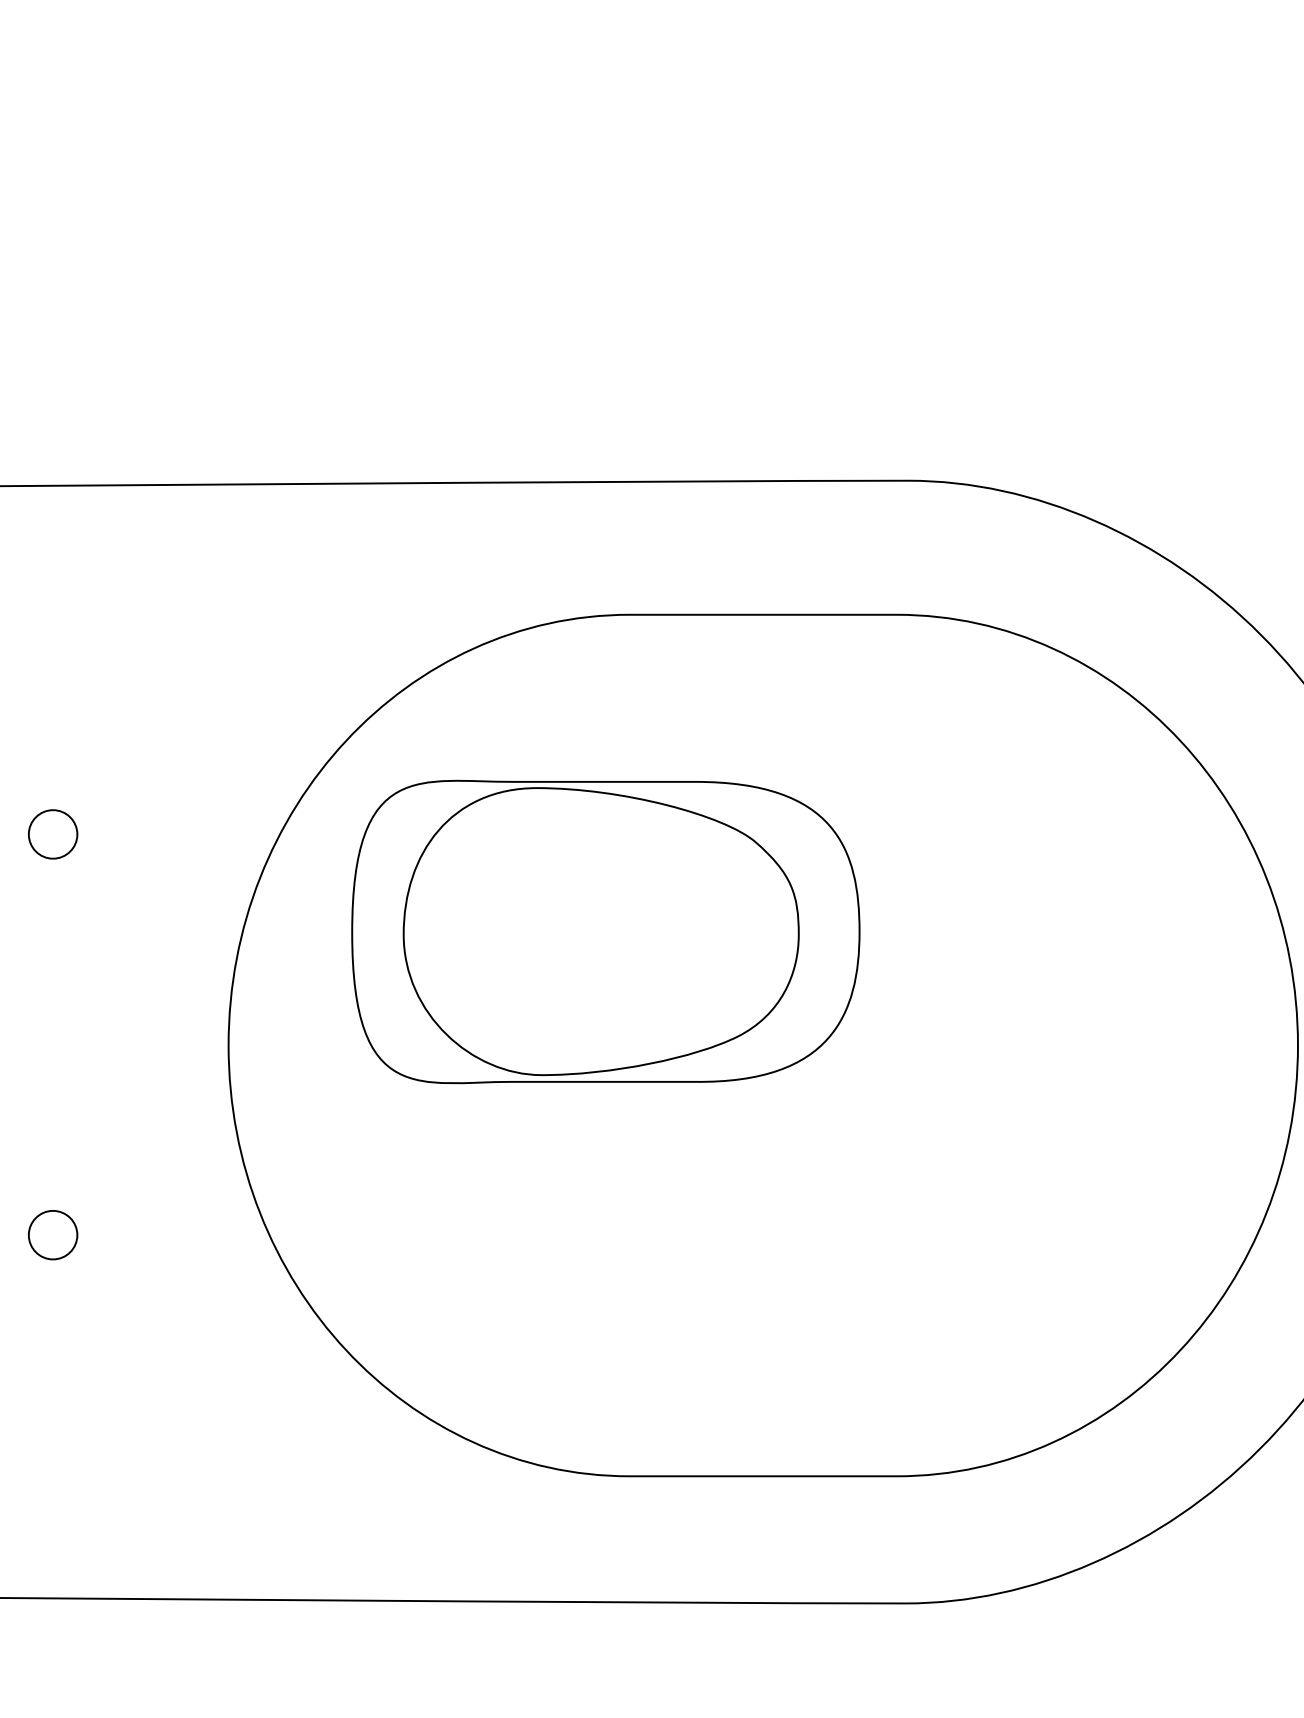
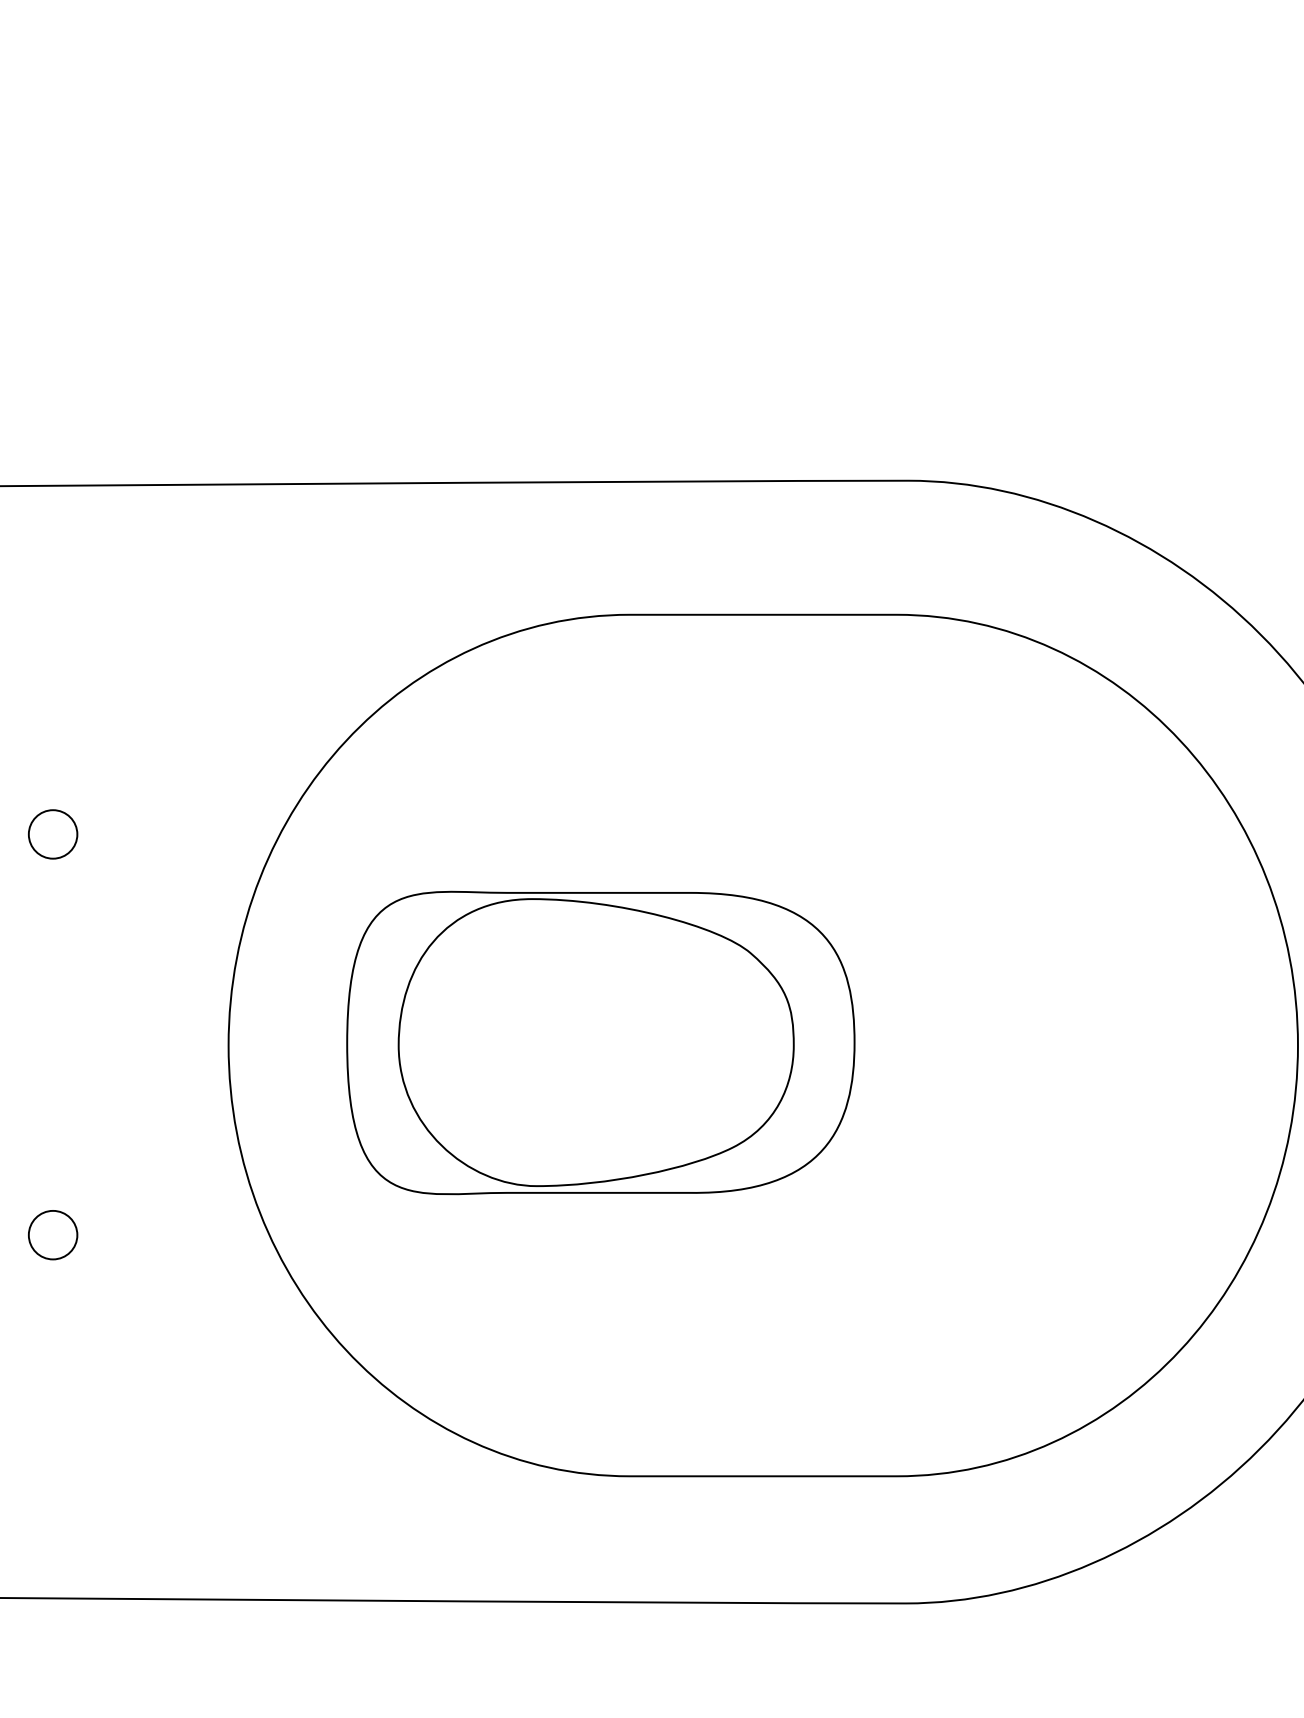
part at (605, 931) position: (605, 931) -> (600, 1042)
